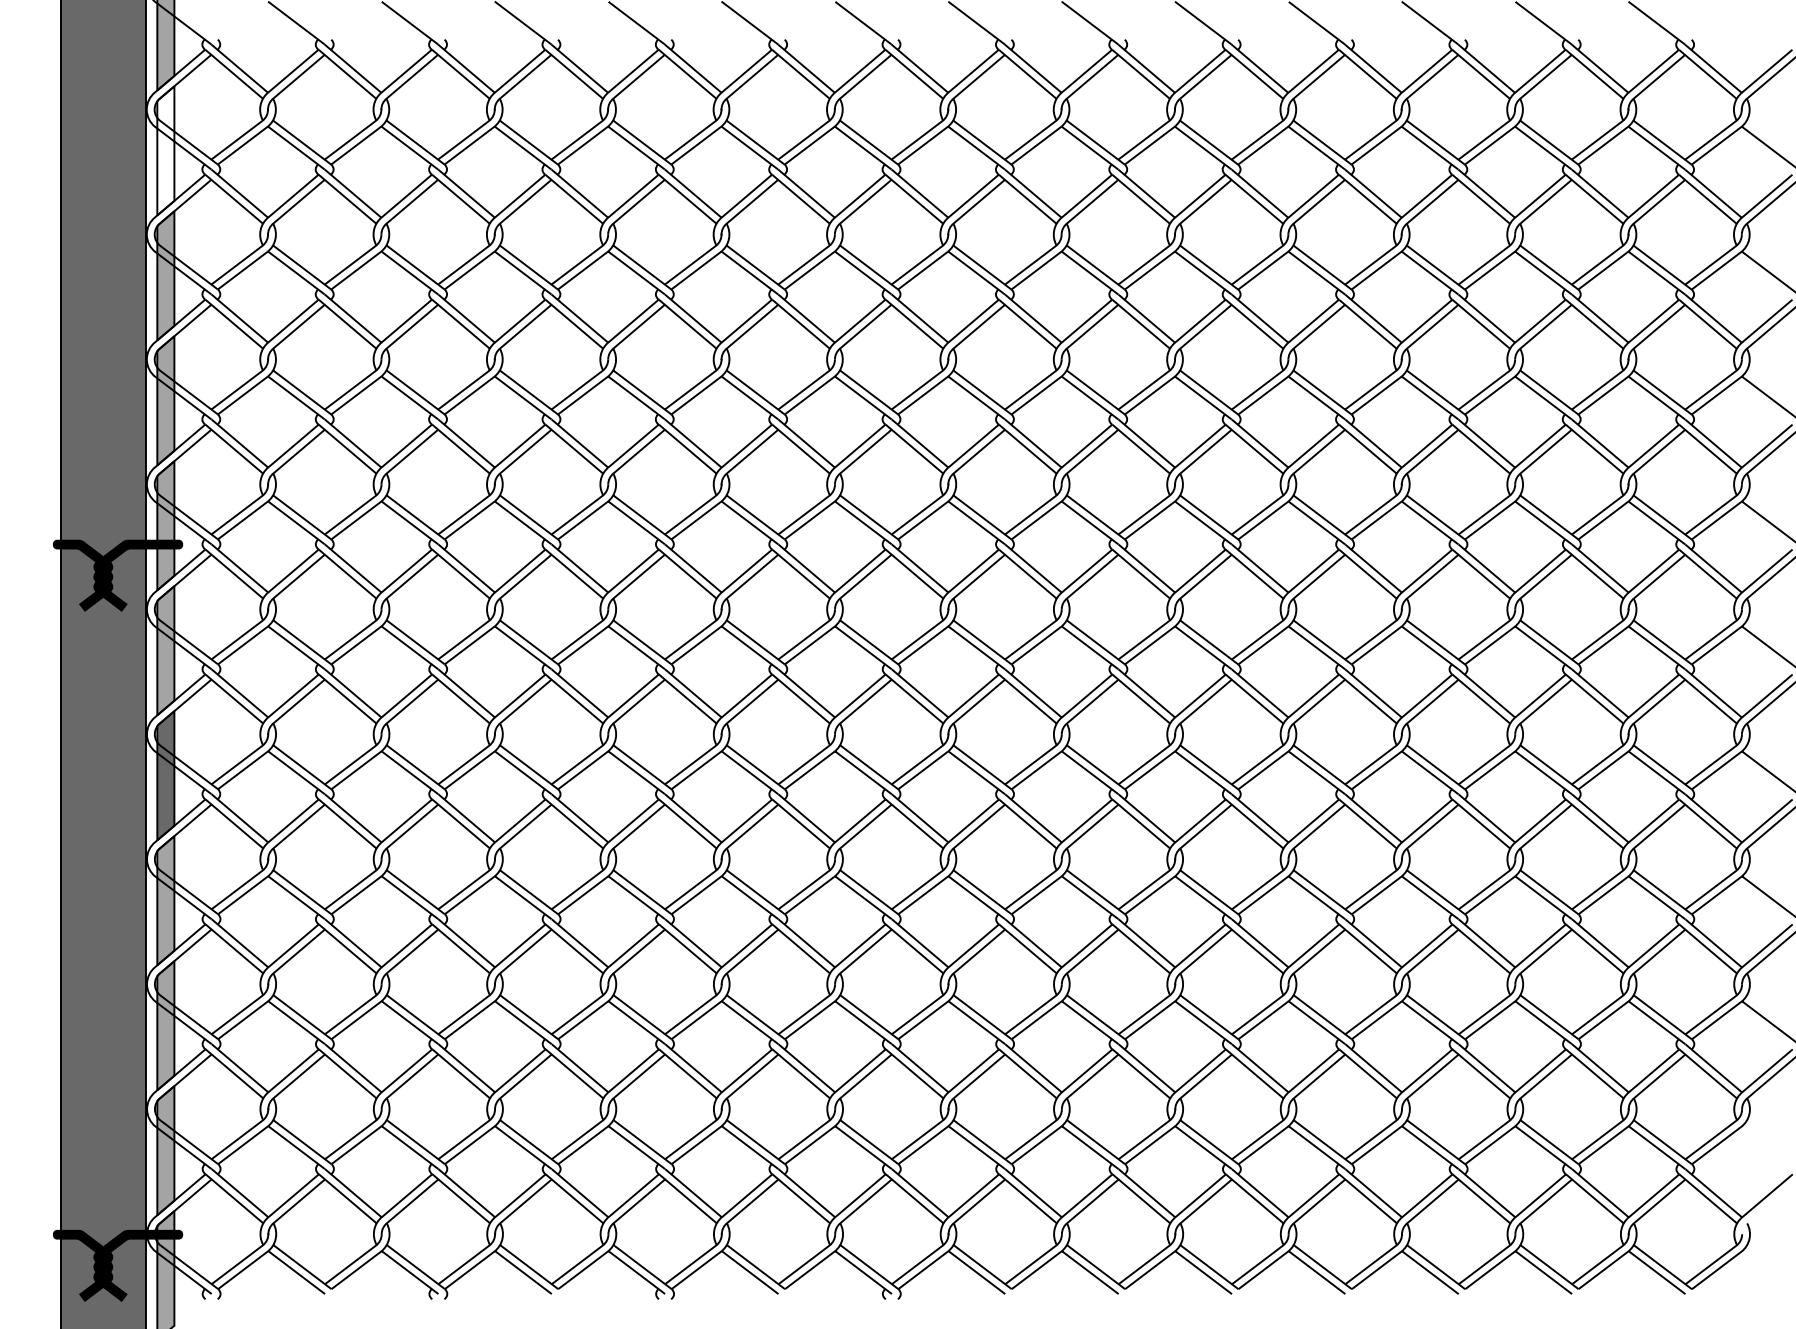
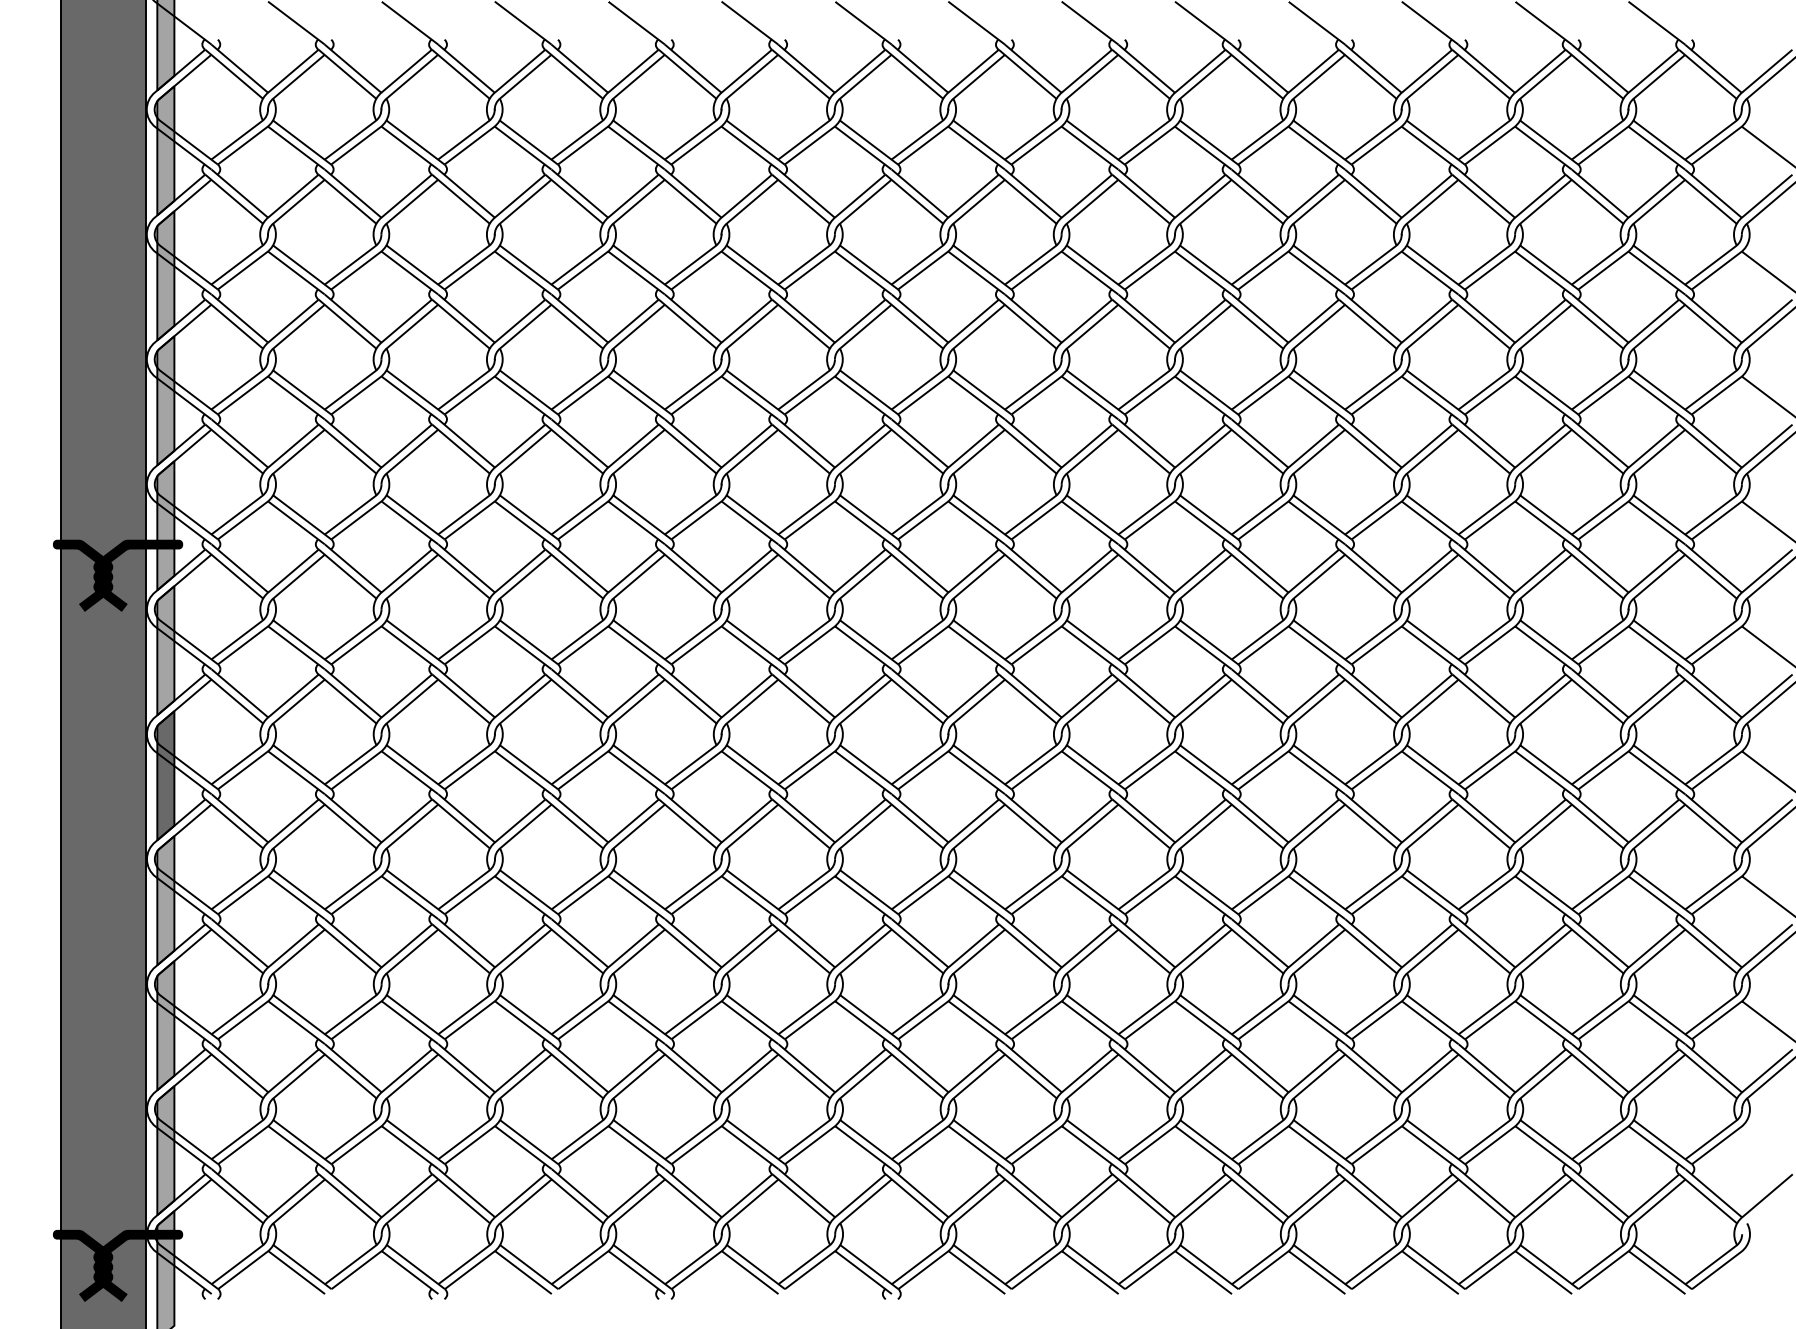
fill at (165, 150): none -> present
